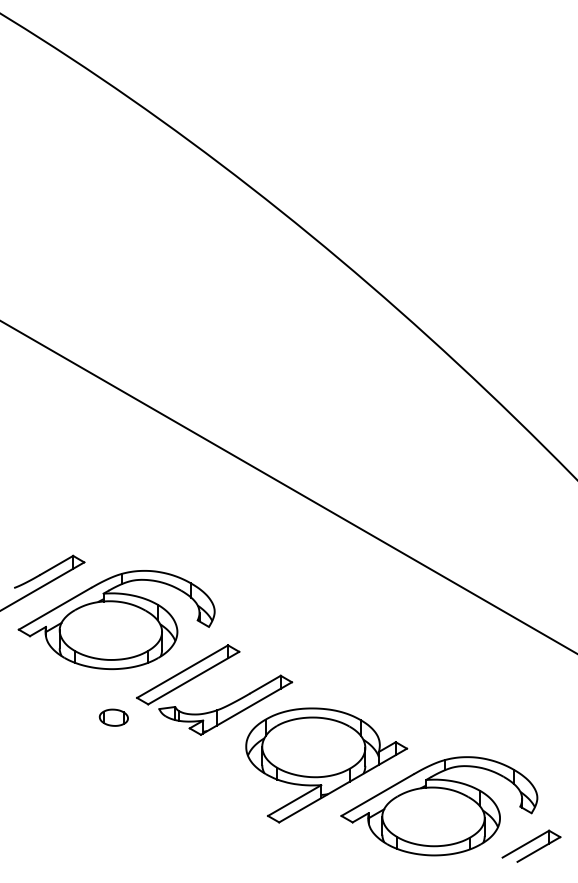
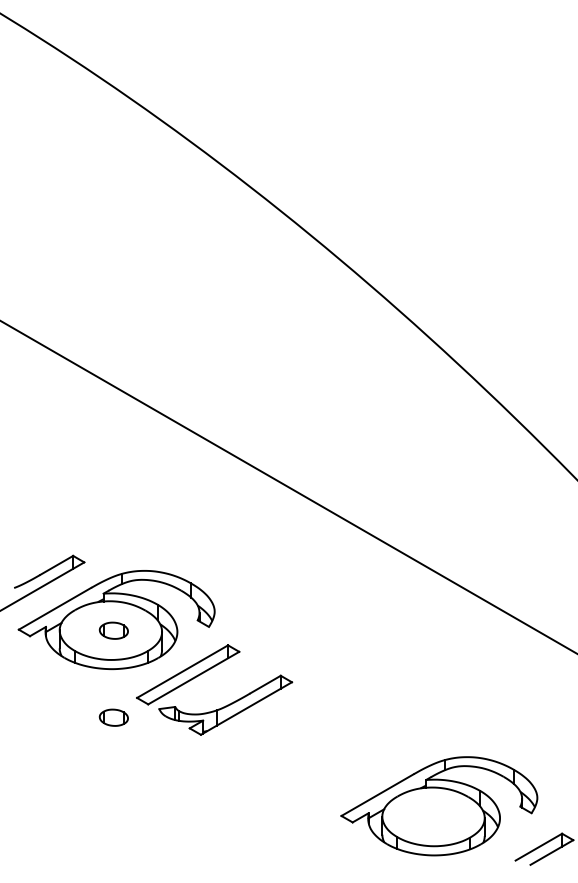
part at (113, 630): none -> present
part at (326, 765): present -> none
part at (531, 845) position: (531, 845) -> (544, 848)
